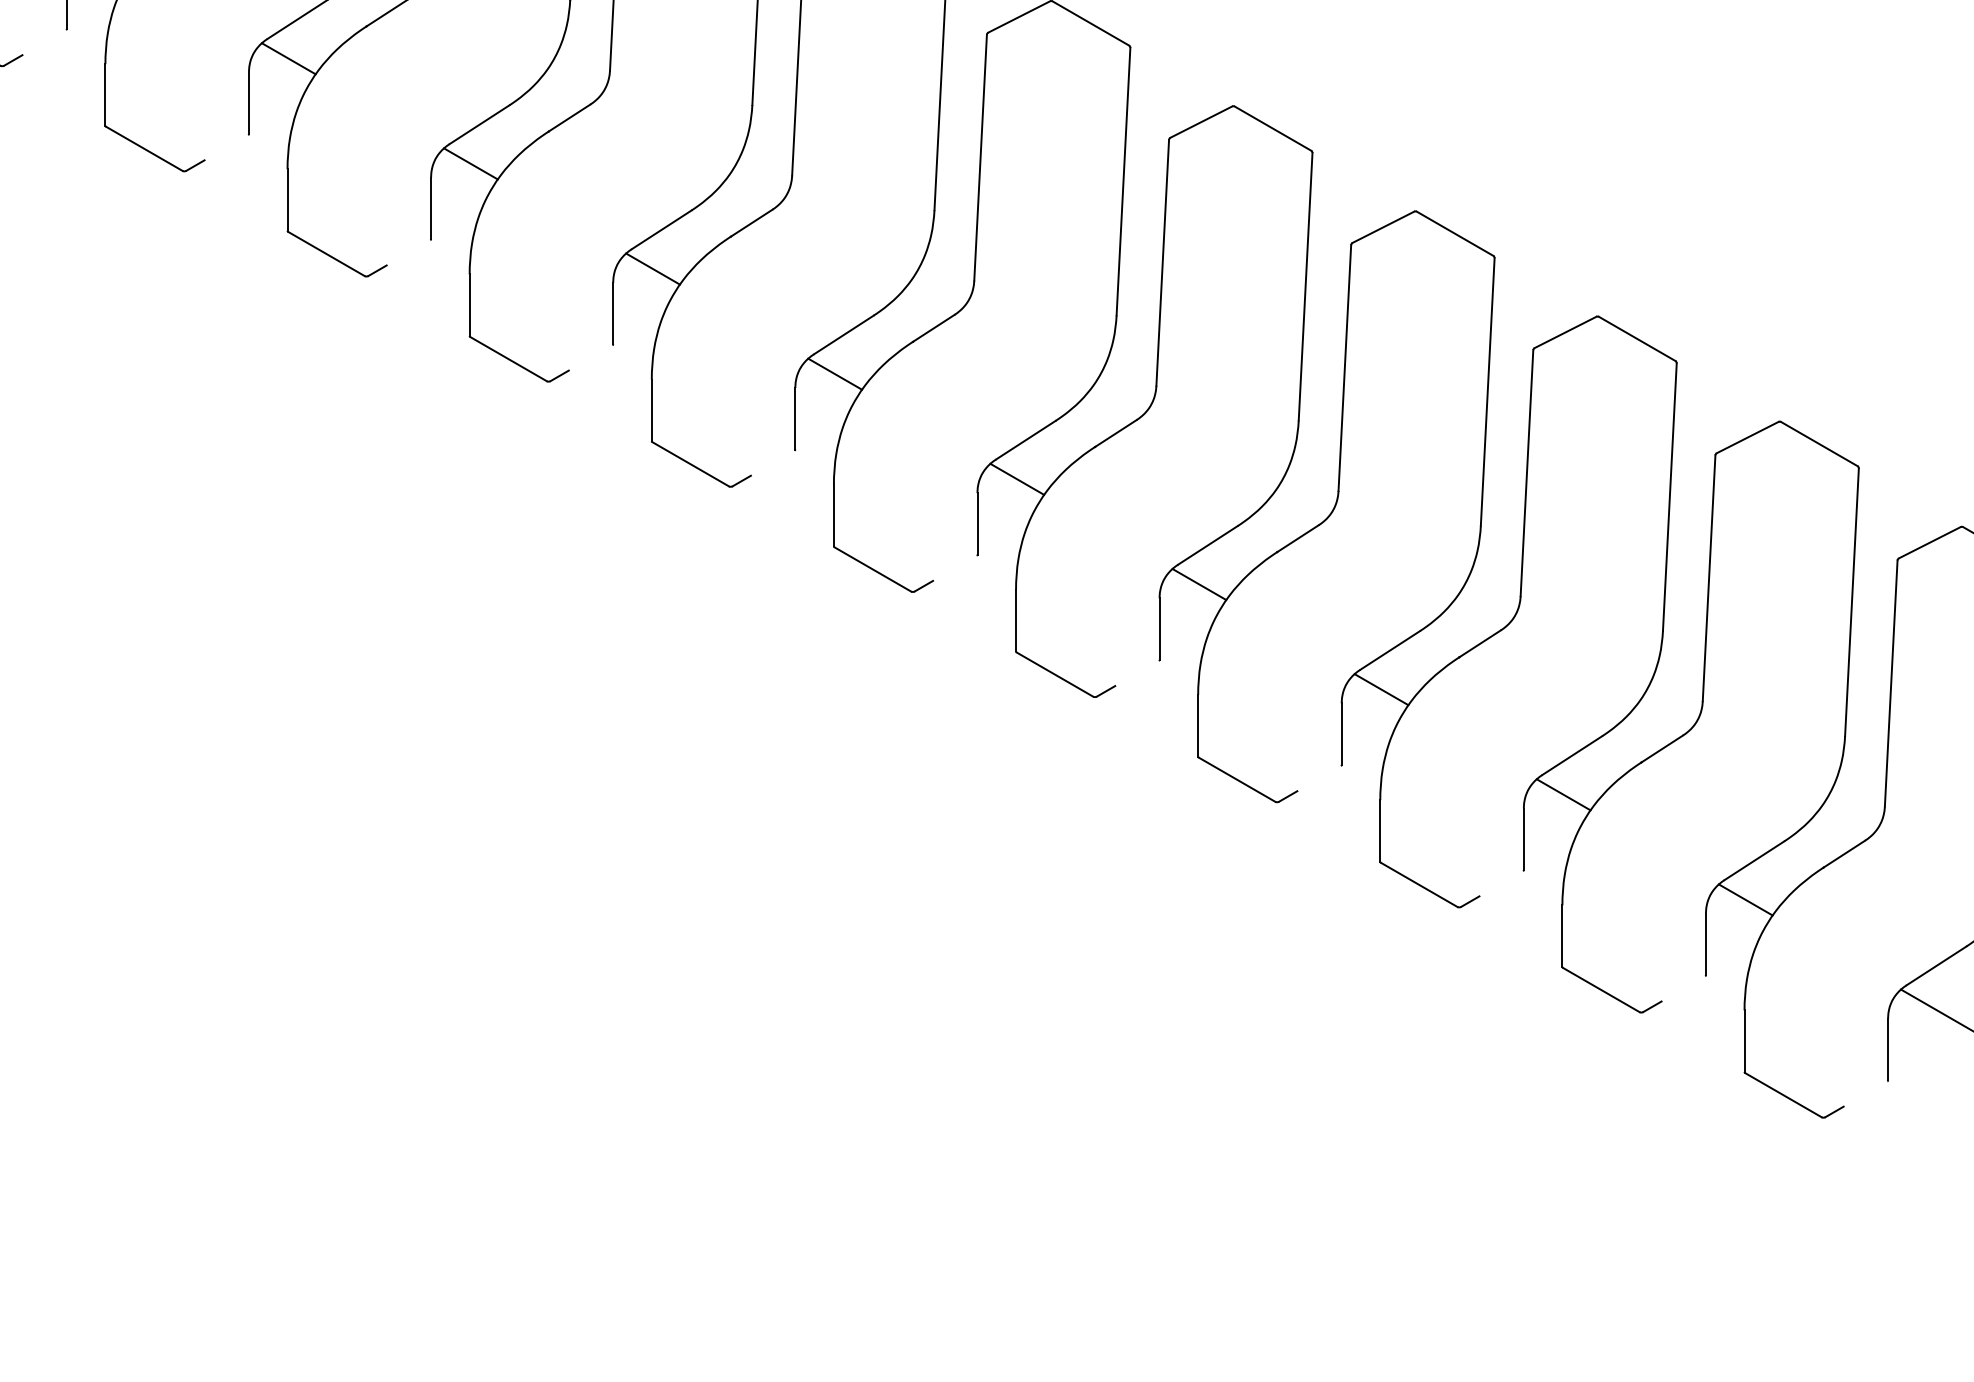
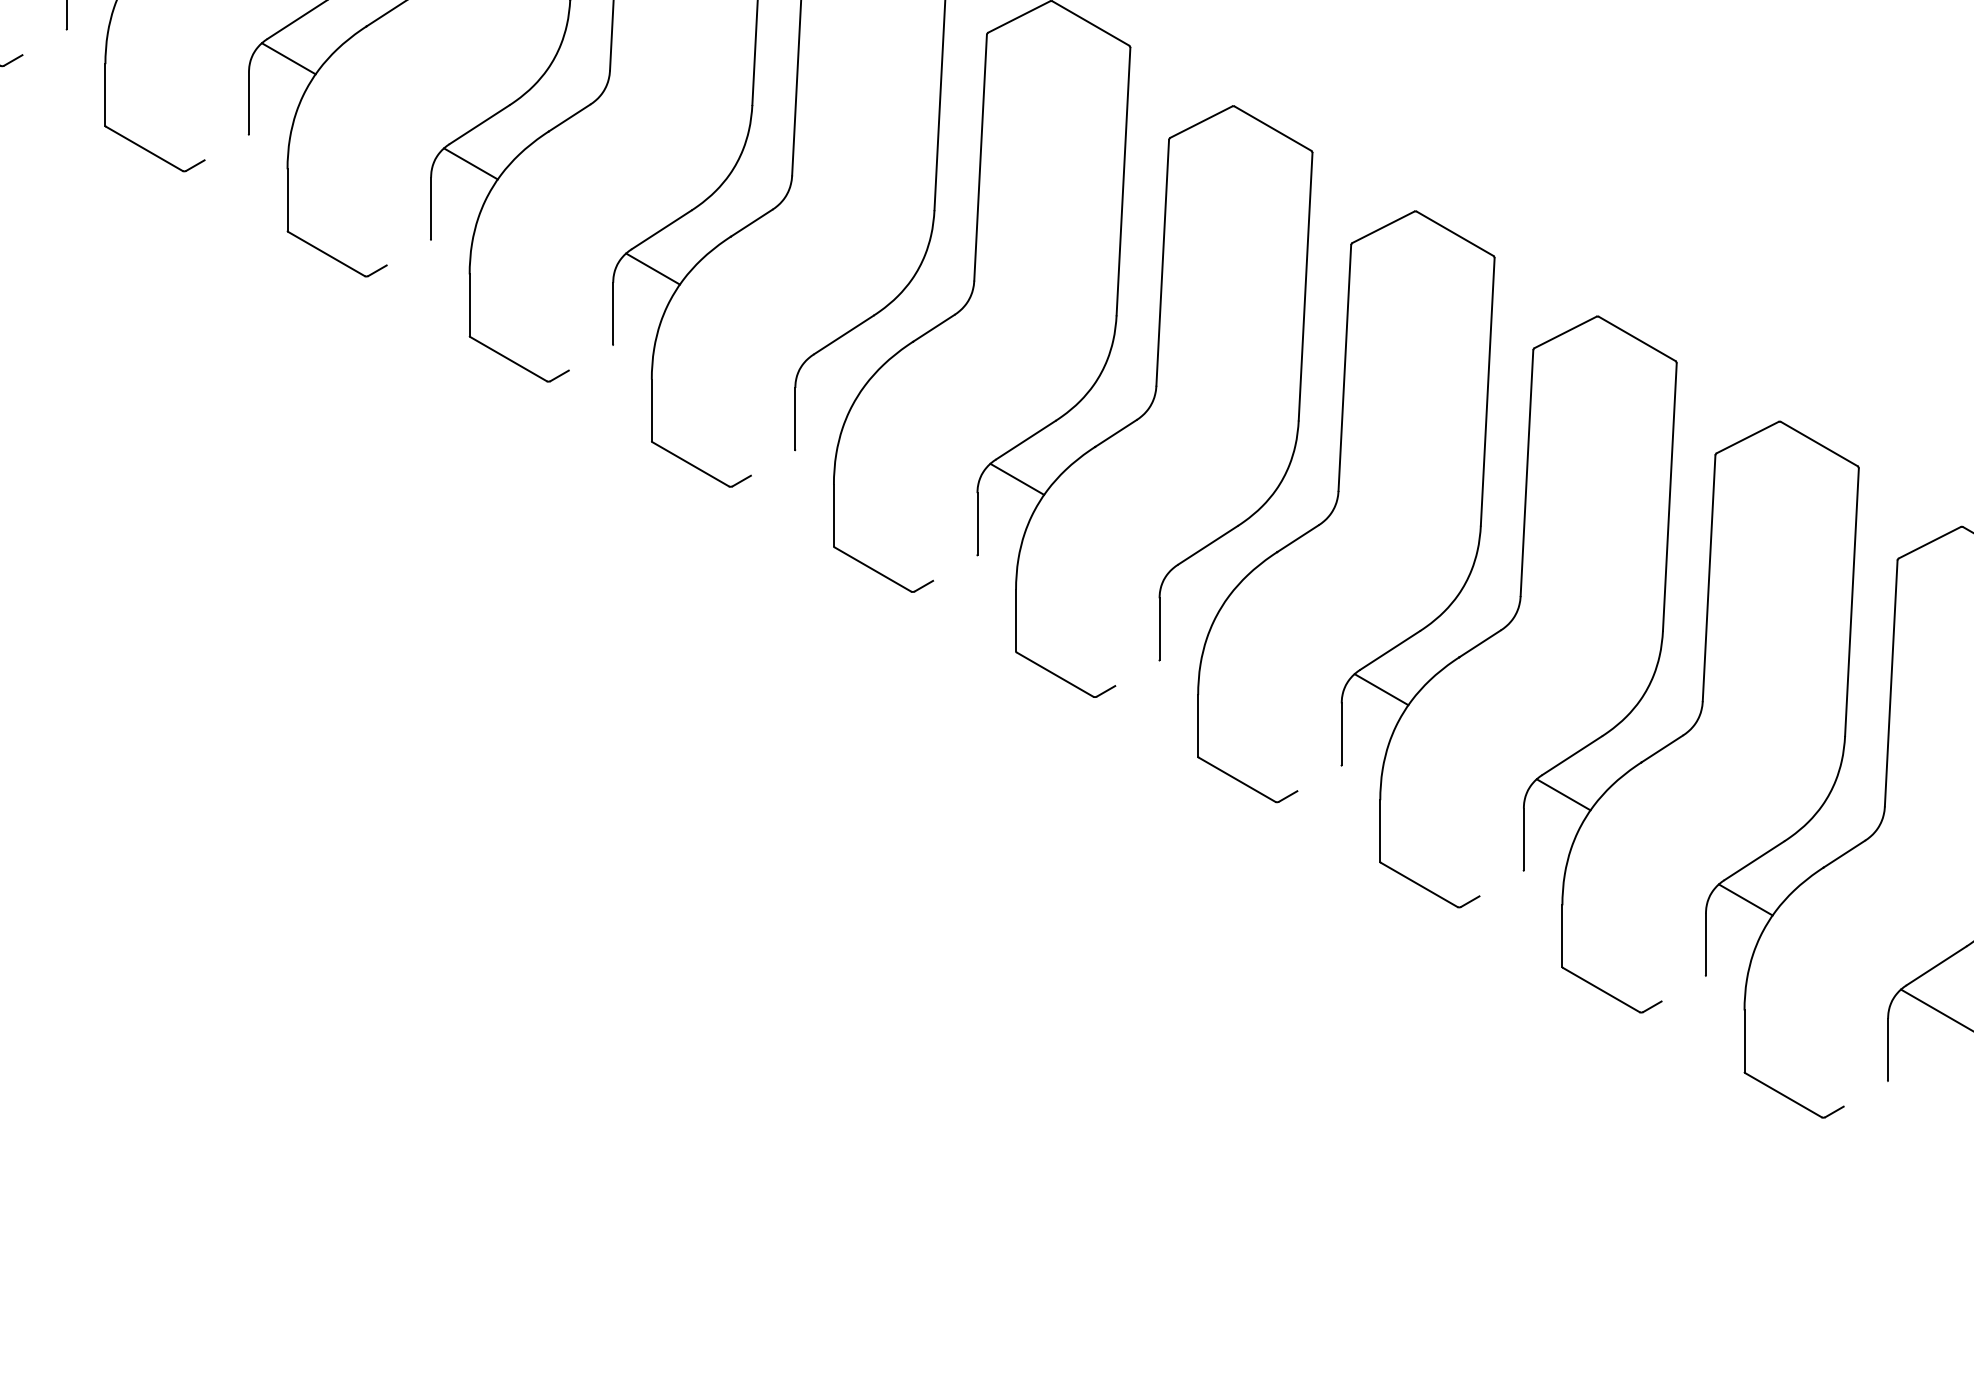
line at (835, 373): present -> none
line at (1199, 584): present -> none
